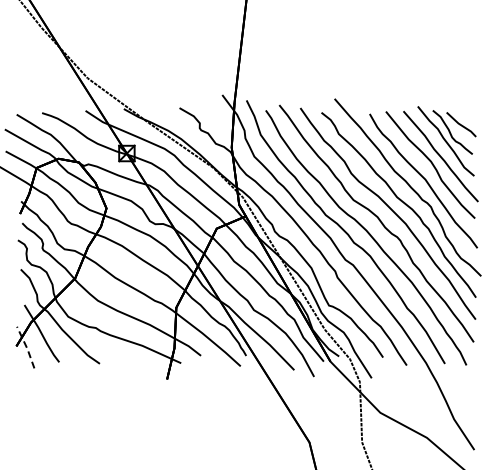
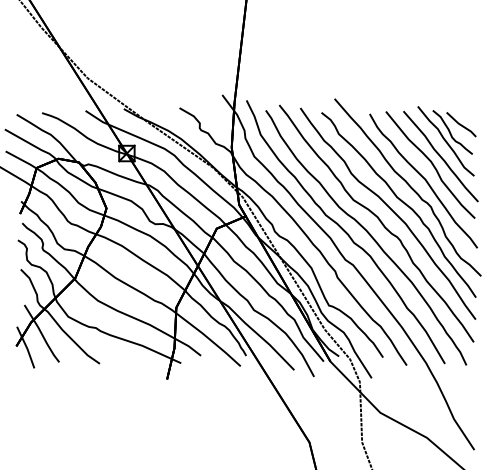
line at (26, 347): dashed -> solid
